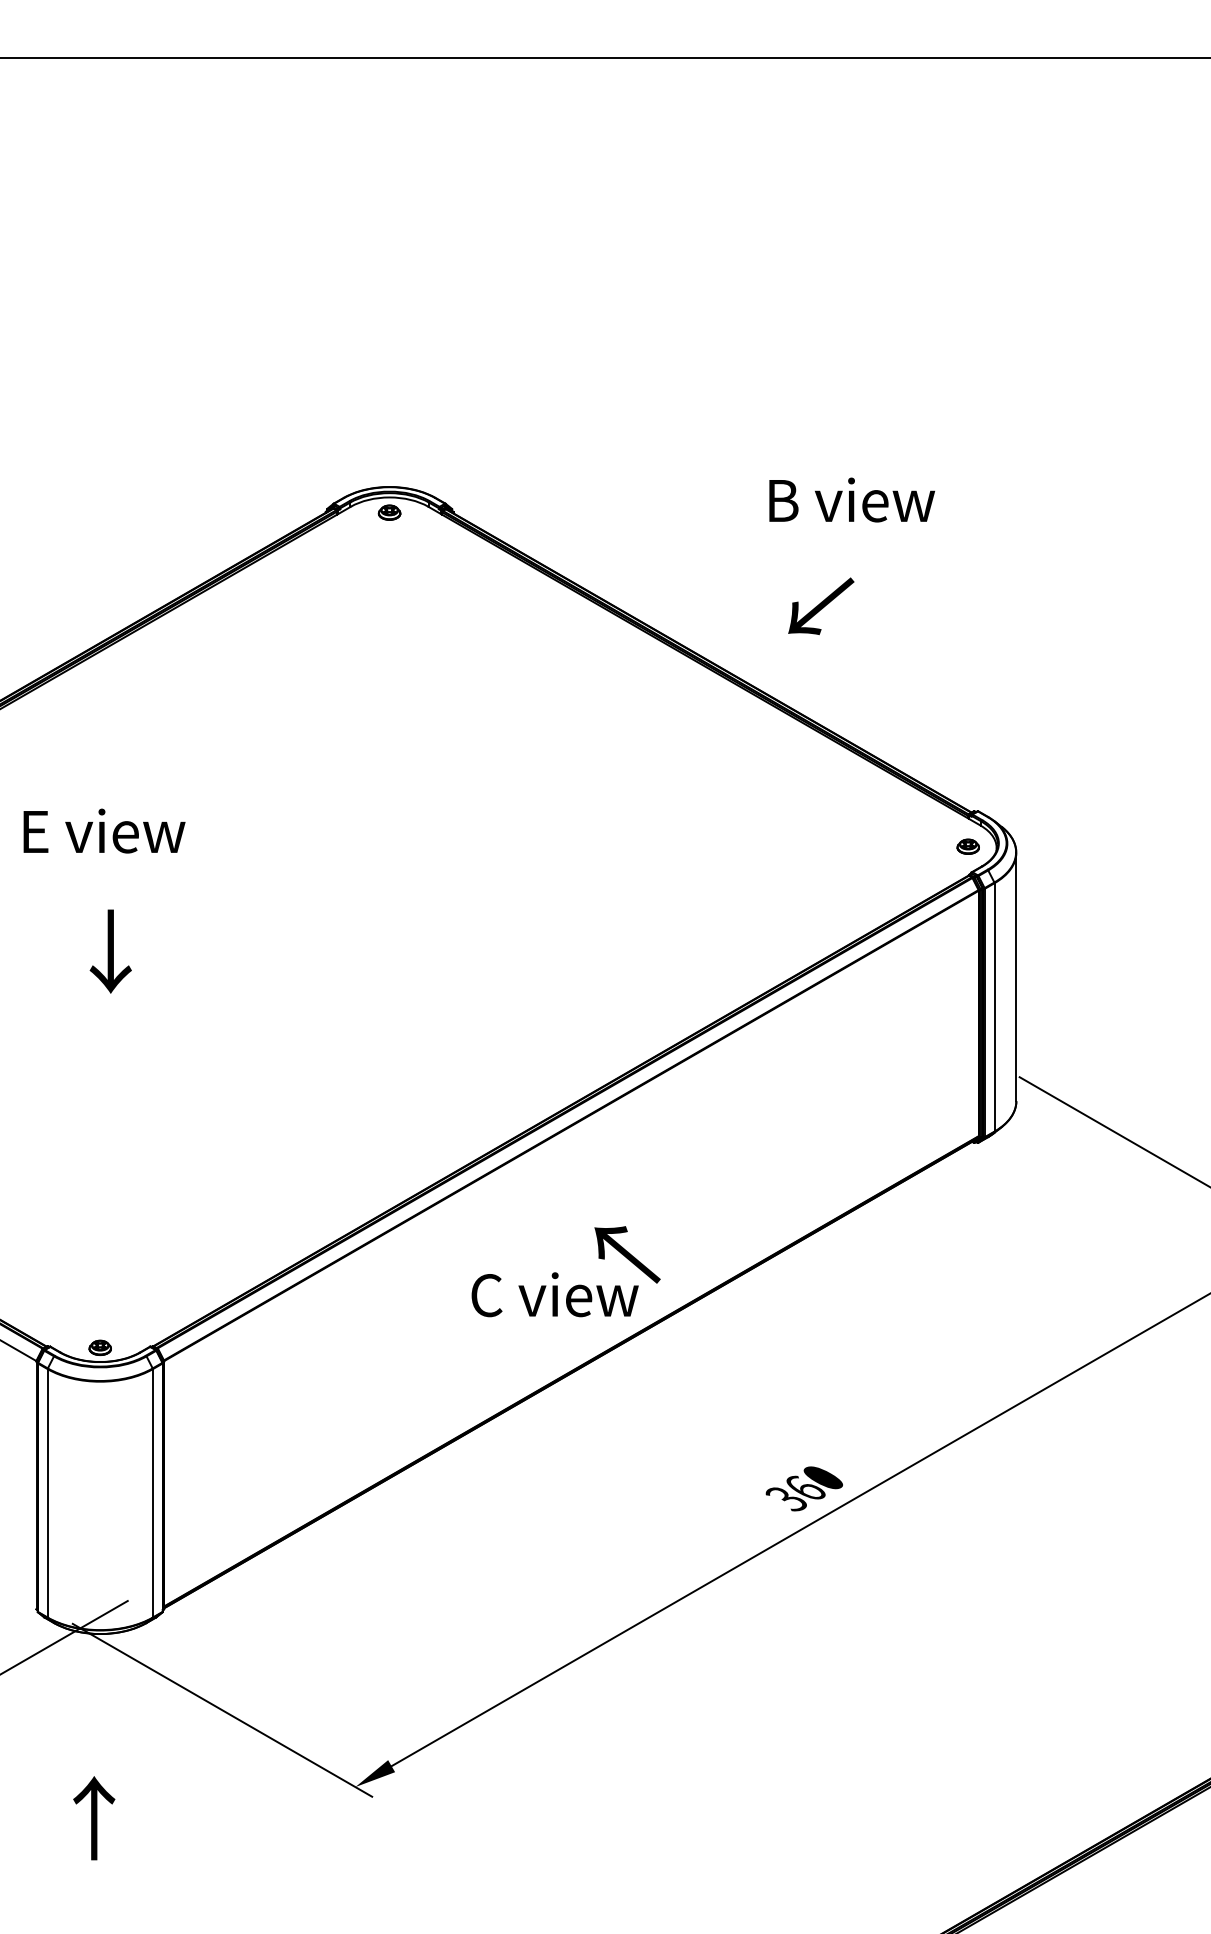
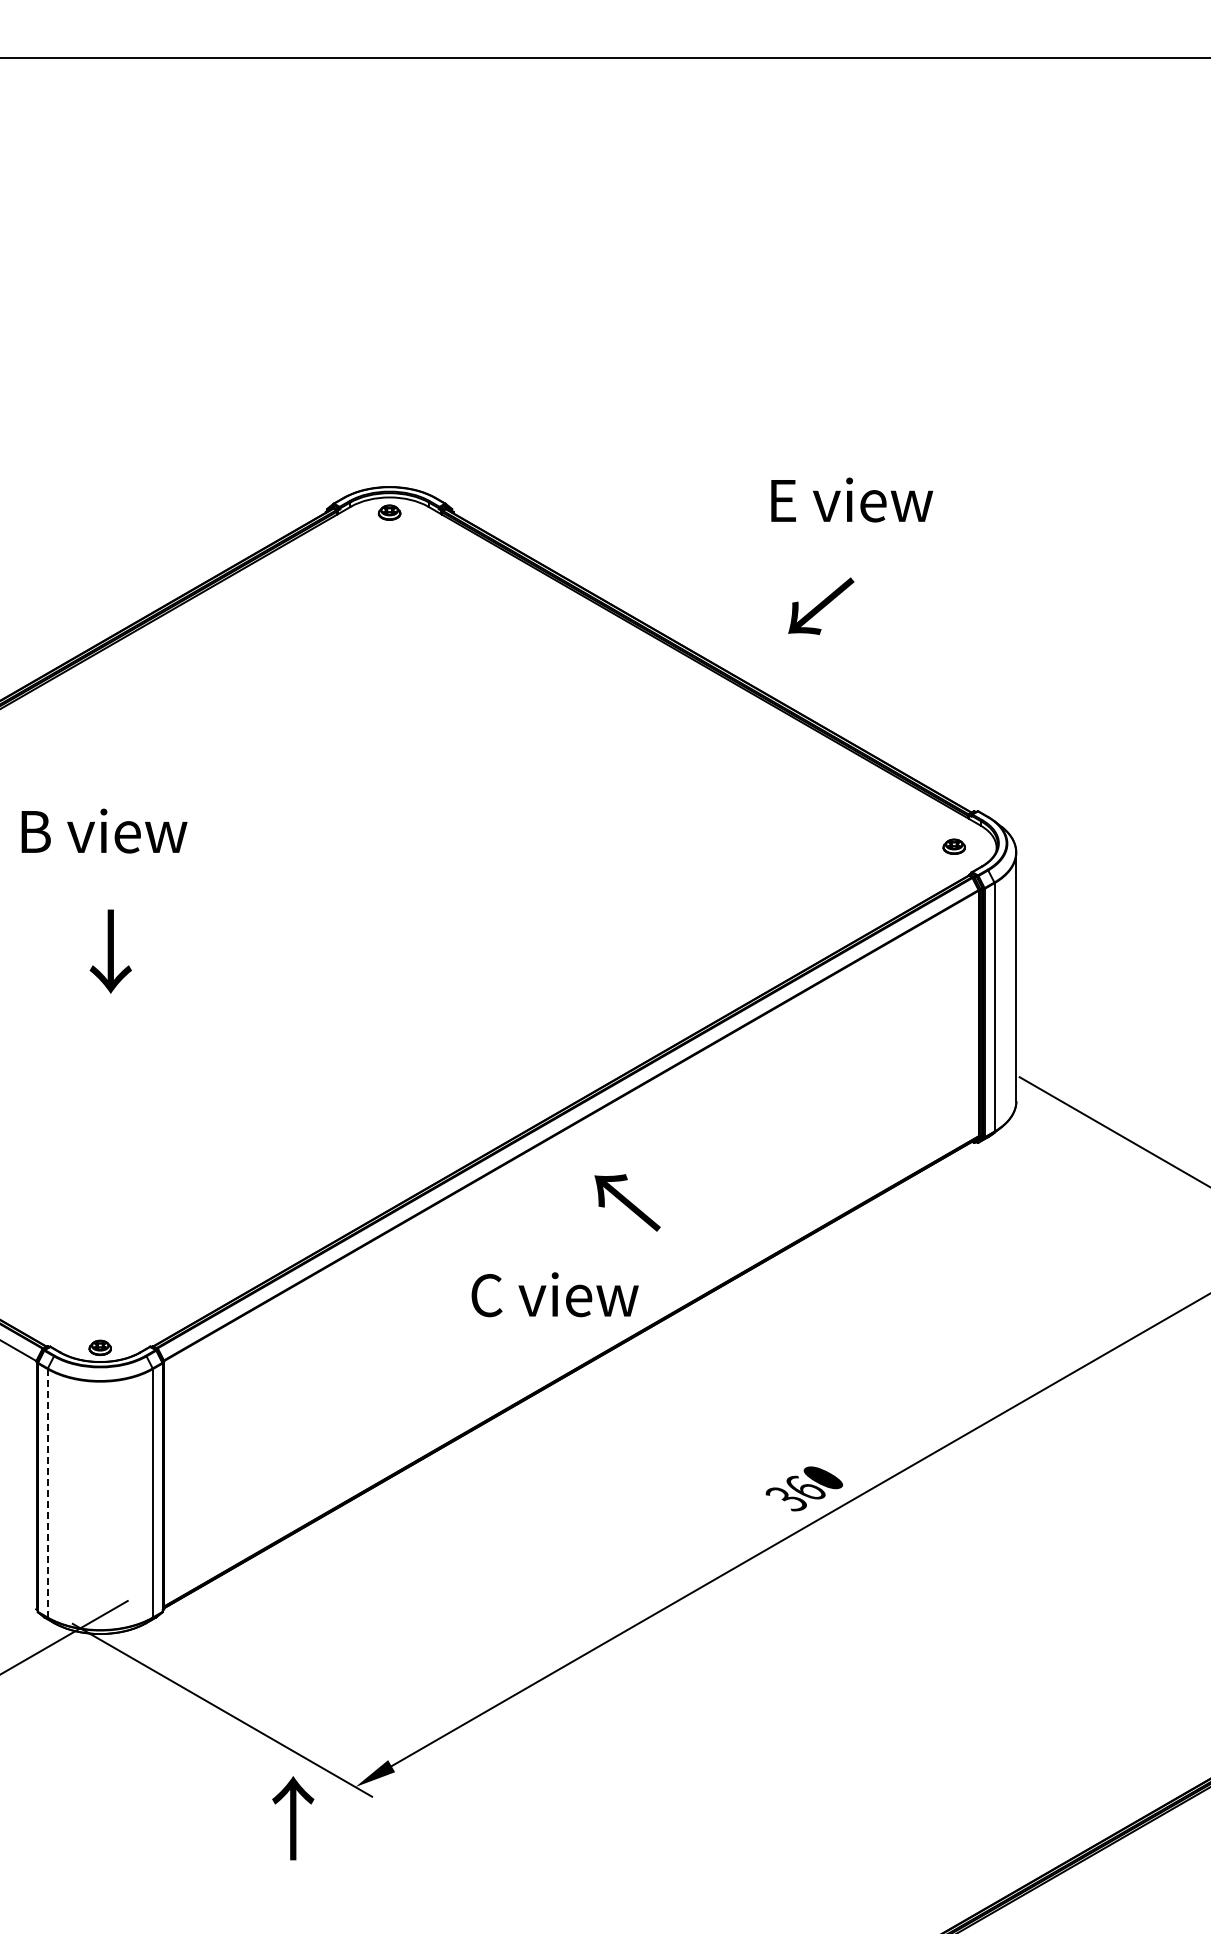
text at (852, 499): B view -> E view
text at (104, 830): E view -> B view
part at (967, 846) position: (967, 846) -> (953, 846)
text at (627, 1254) position: (627, 1254) -> (627, 1202)
line at (47, 1493): solid -> dashed
text at (94, 1818) position: (94, 1818) -> (293, 1818)
